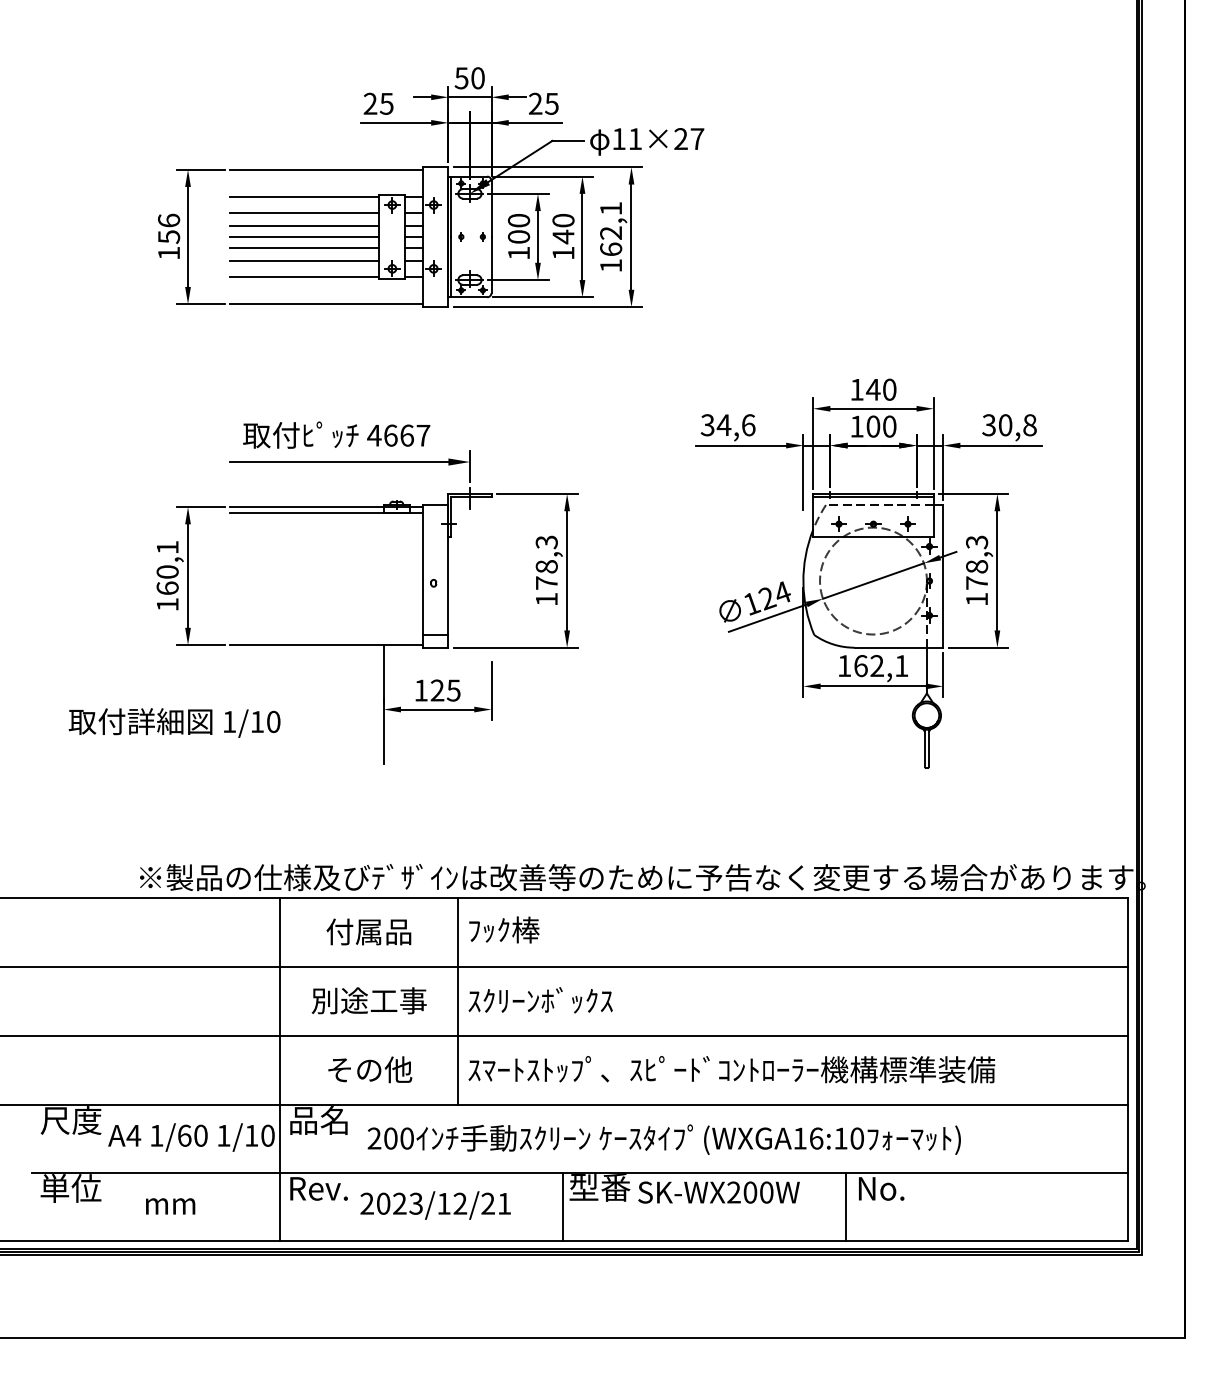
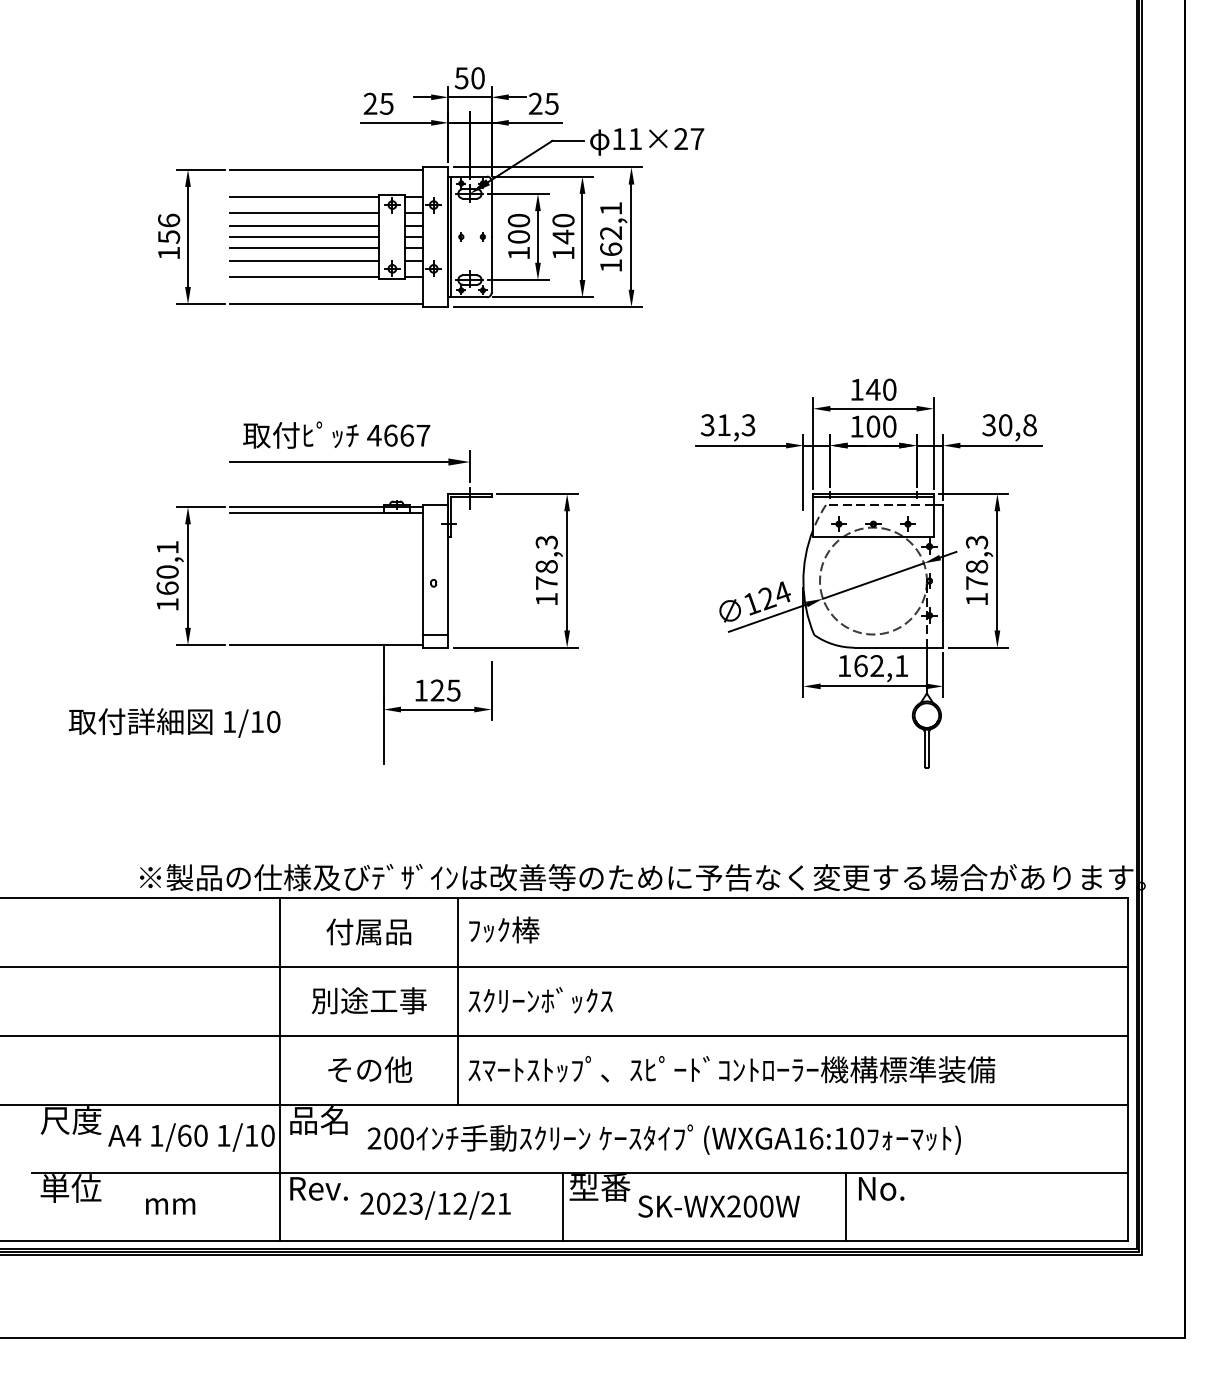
text at (735, 425): 34,6 -> 31,3
text at (718, 1192) position: (718, 1192) -> (718, 1206)
